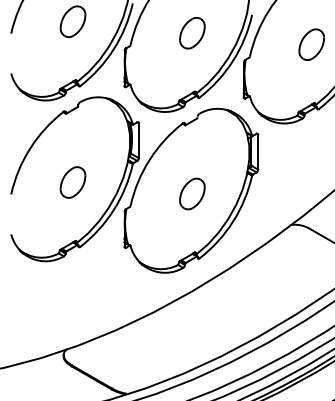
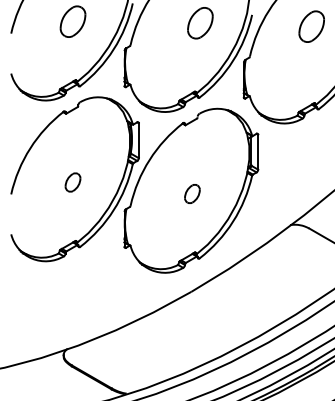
part at (192, 33) position: (192, 33) -> (200, 23)
part at (311, 44) position: (311, 44) -> (311, 26)
part at (72, 182) size: 28x33 px -> 18x21 px
part at (192, 193) size: 27x34 px -> 17x20 px
